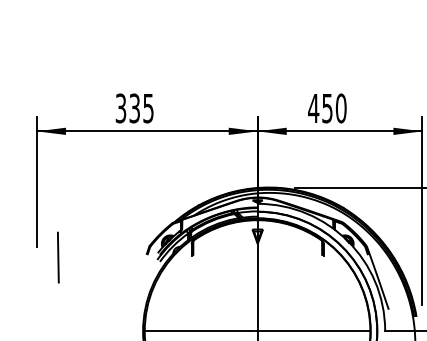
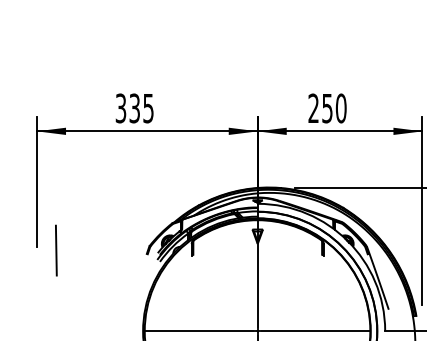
text at (313, 107): 450 -> 250
line at (58, 257) position: (58, 257) -> (56, 250)
